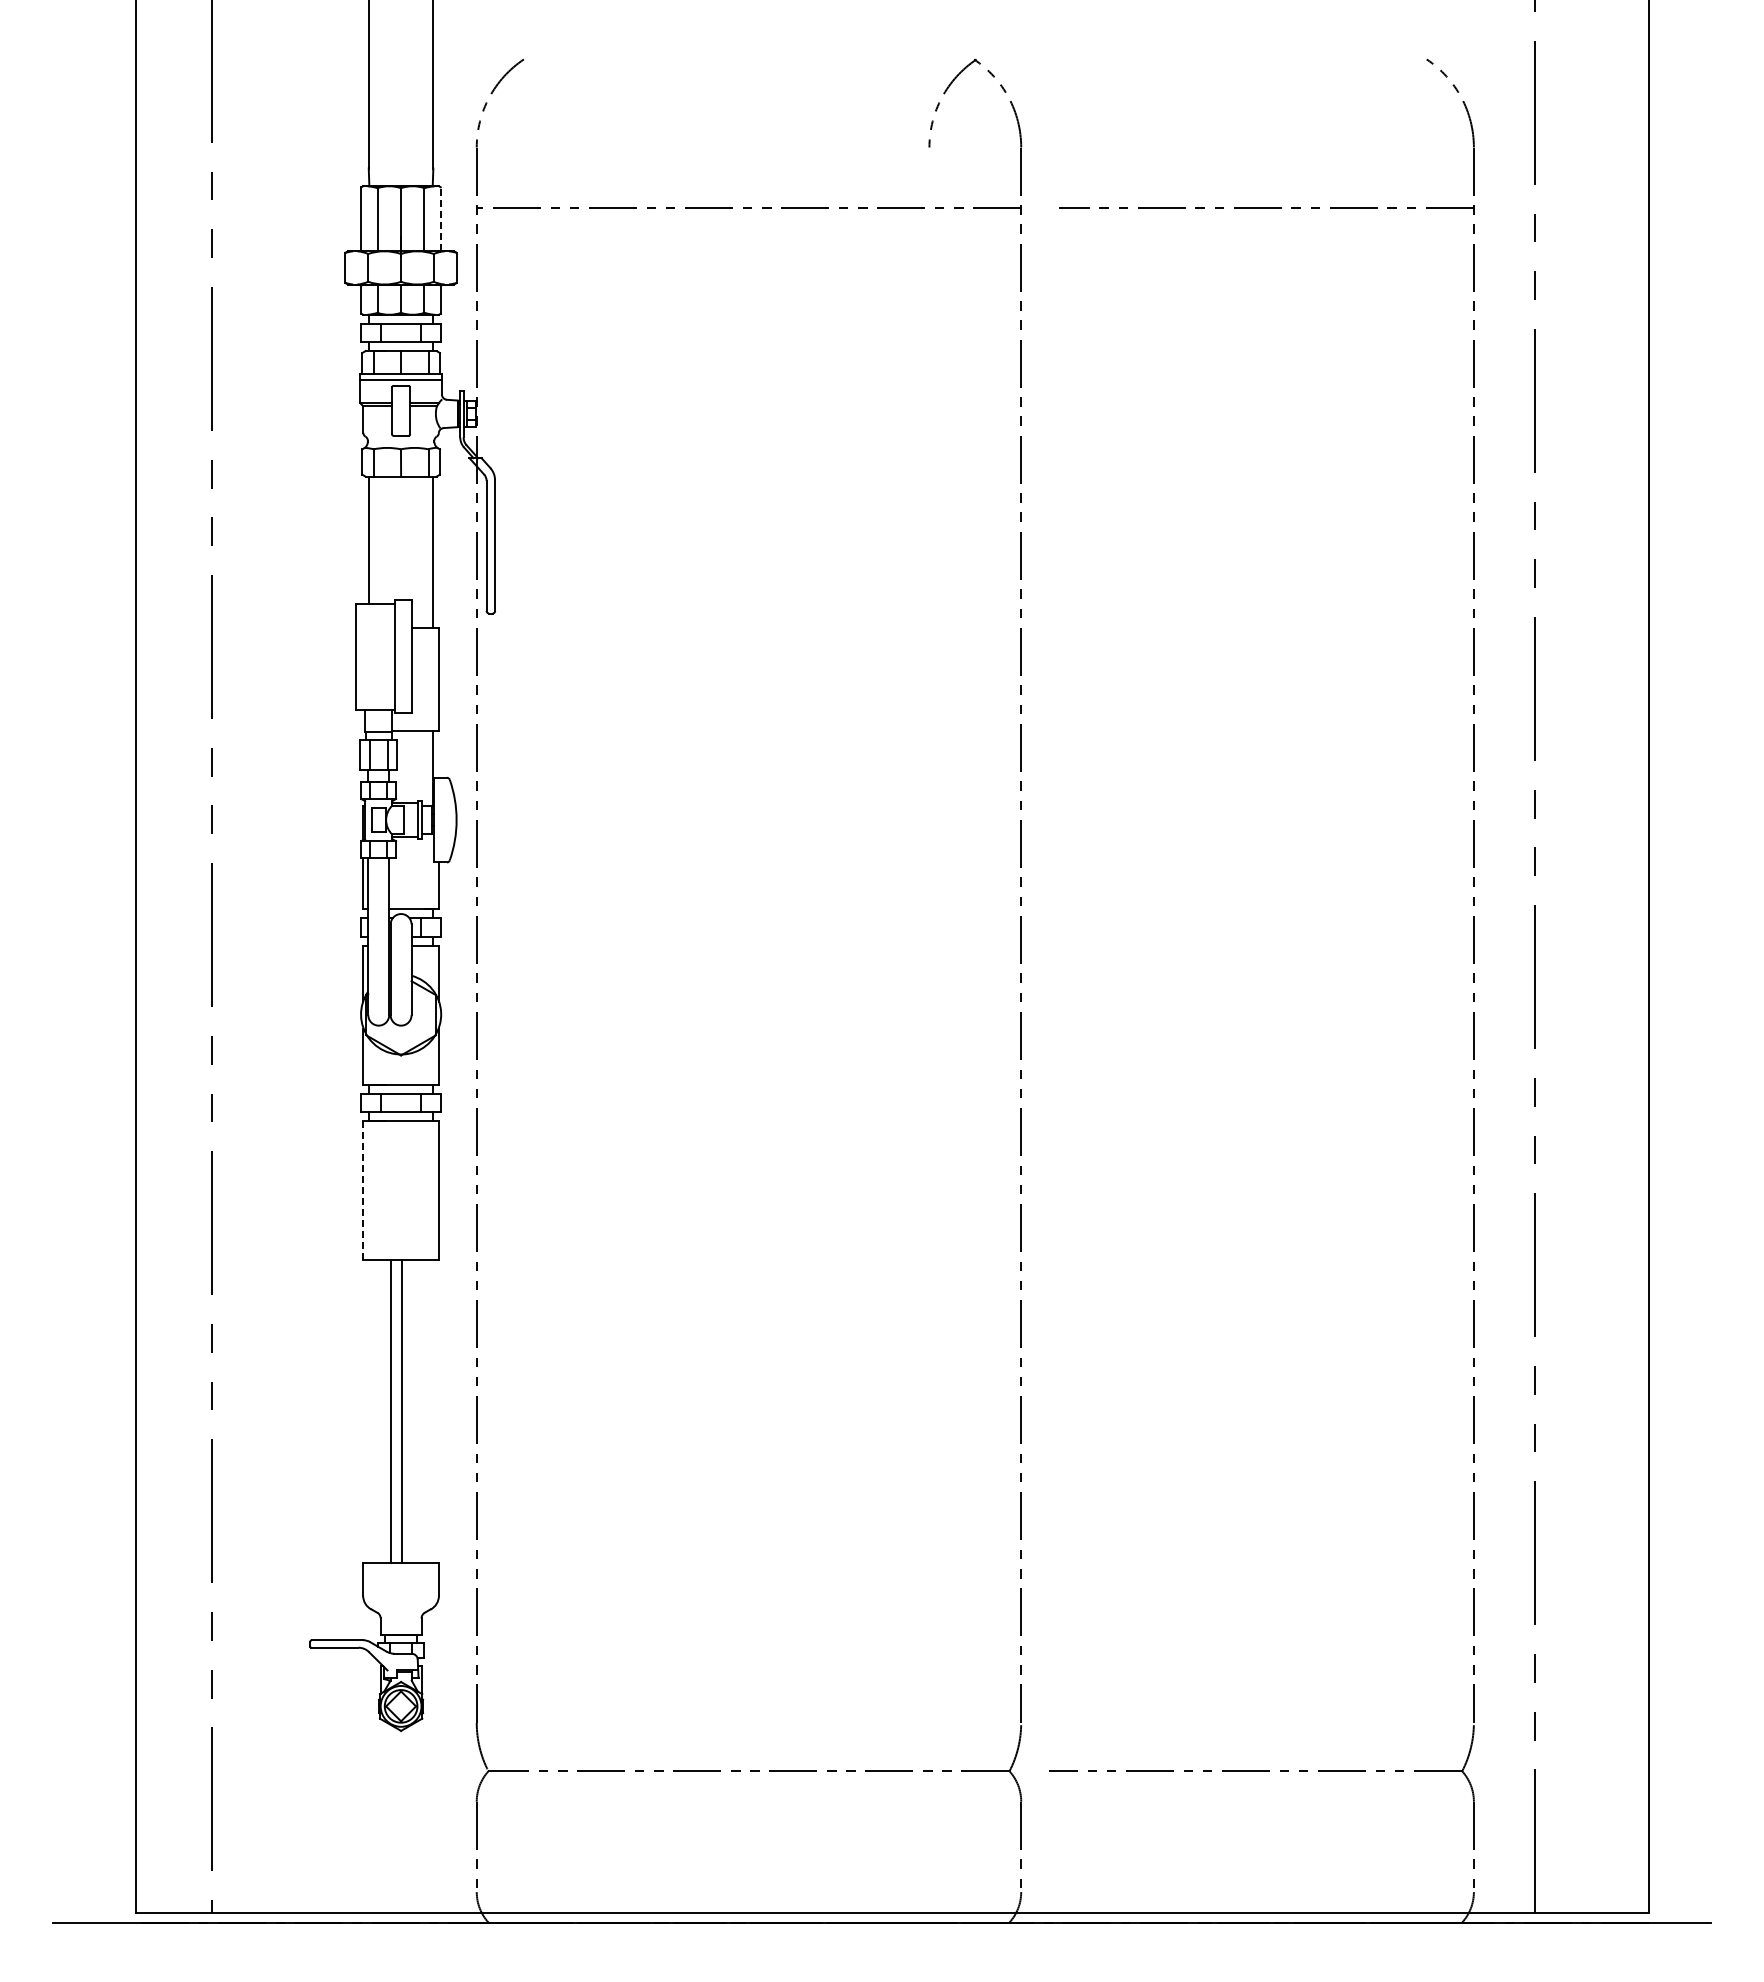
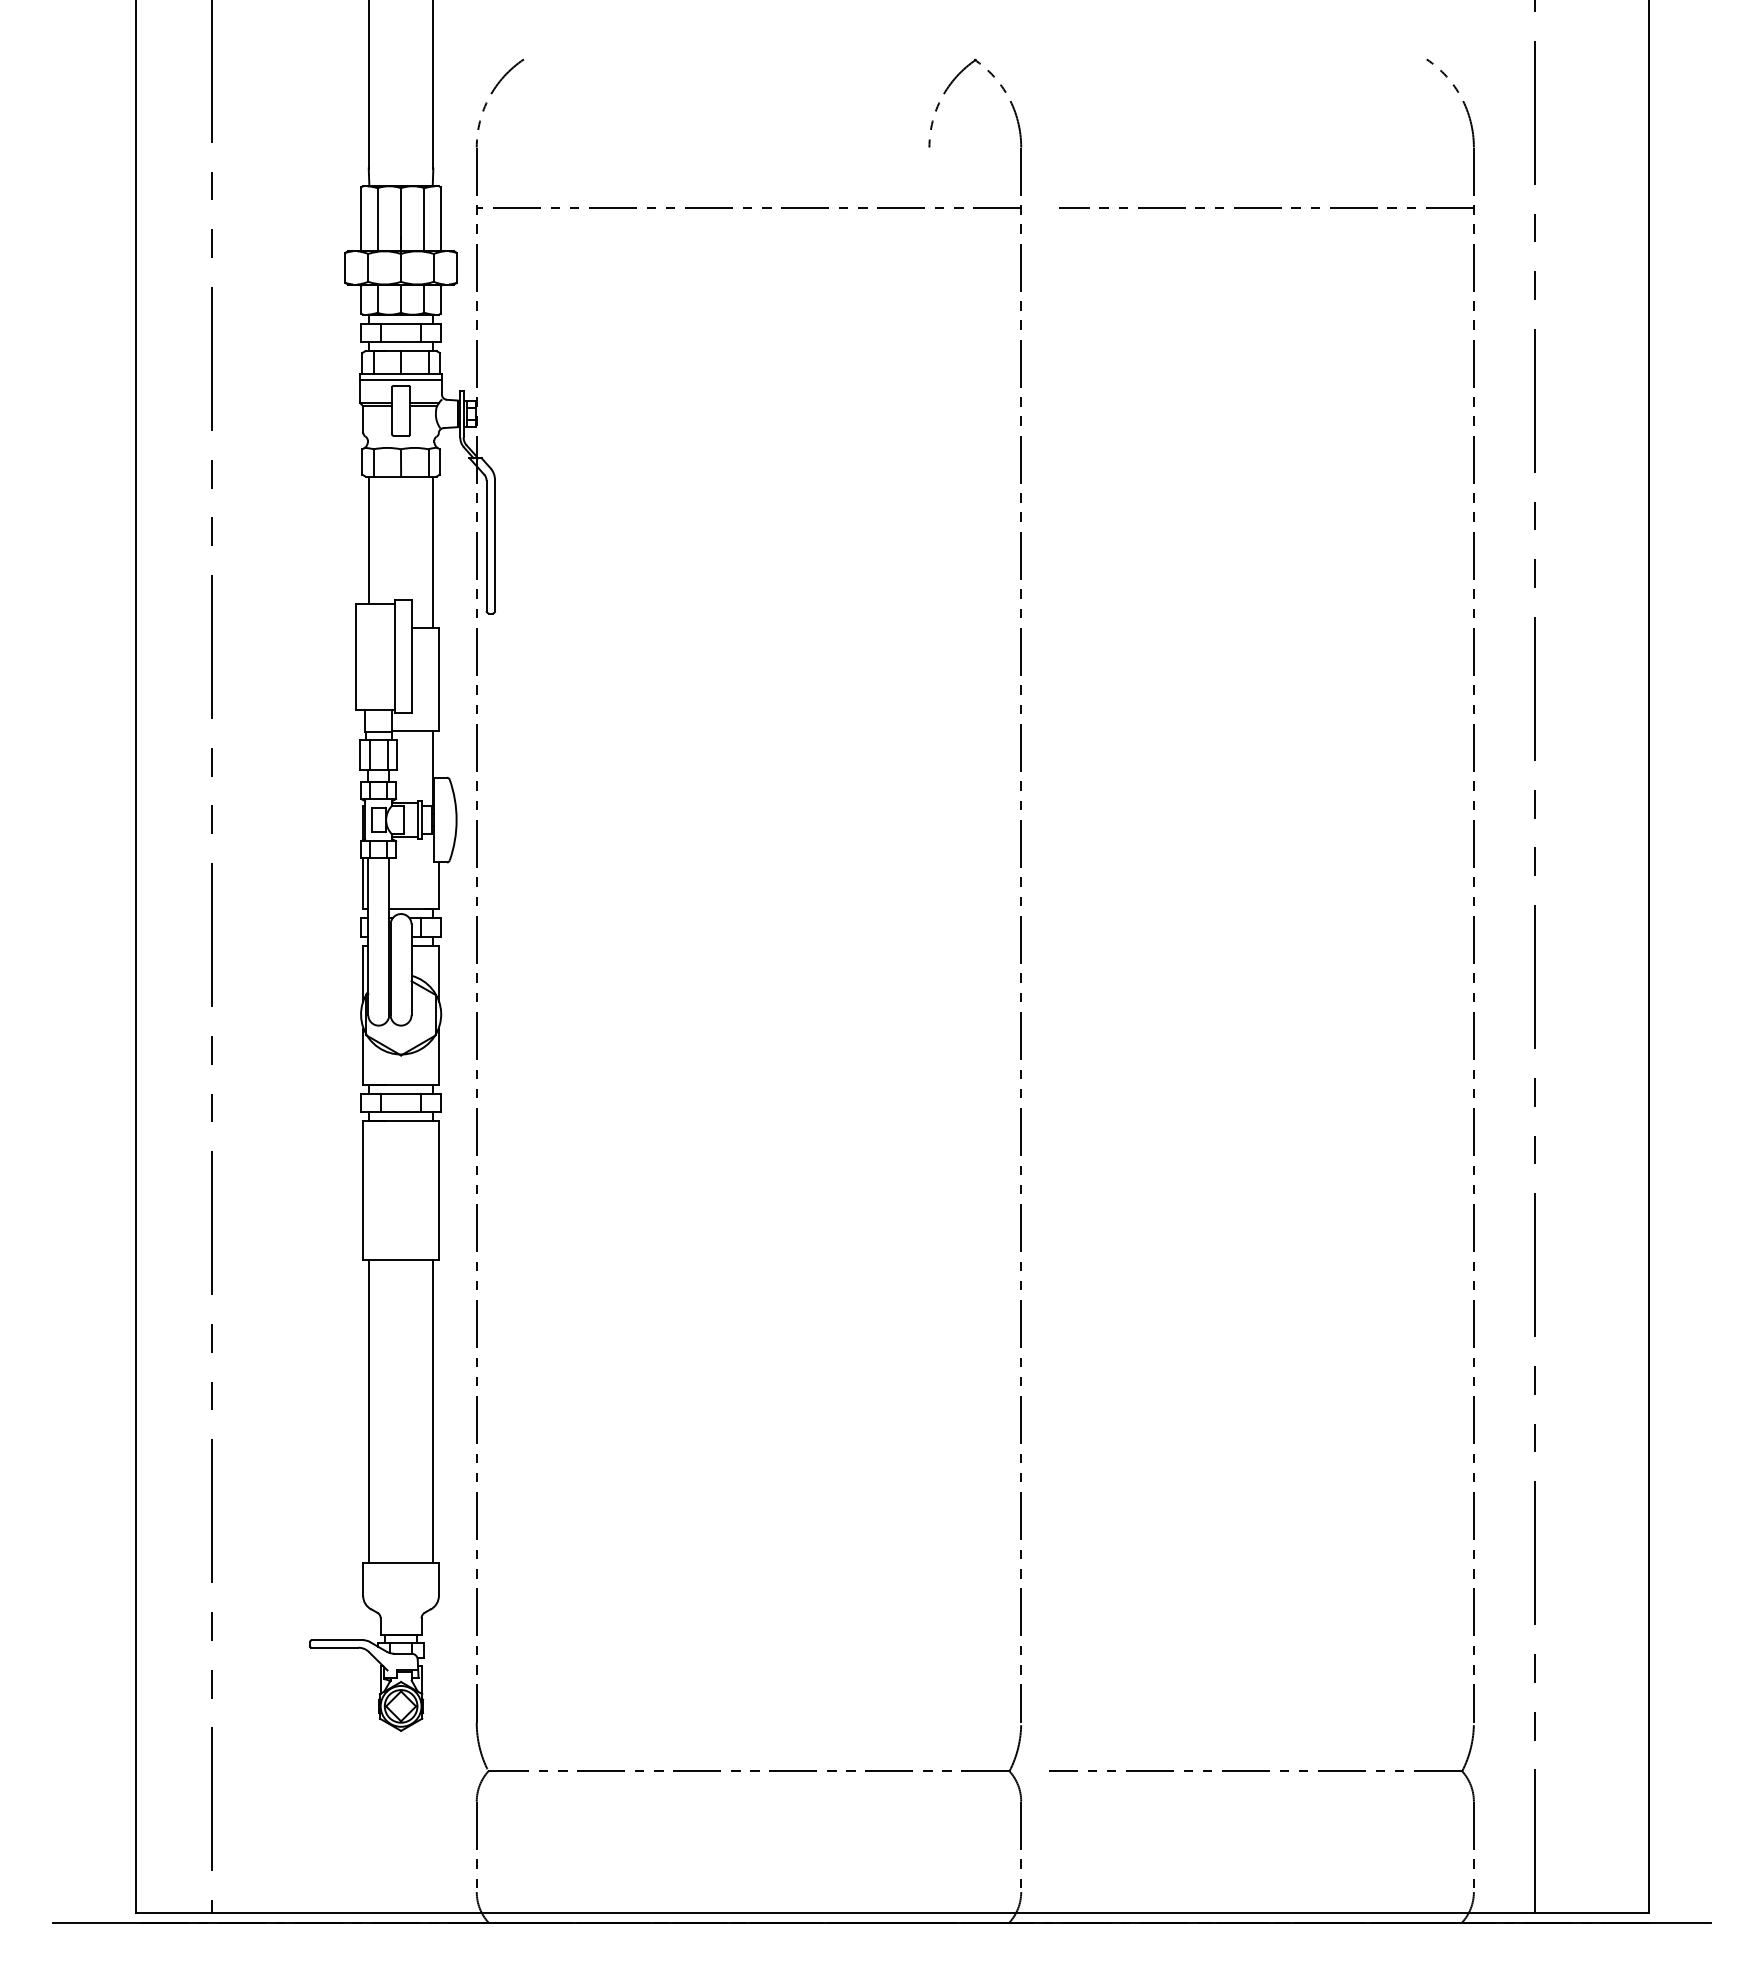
line at (440, 219): dashed -> solid
line at (363, 1190): dashed -> solid
line at (390, 1411) position: (390, 1411) -> (368, 1411)
line at (402, 1411) position: (402, 1411) -> (433, 1411)
